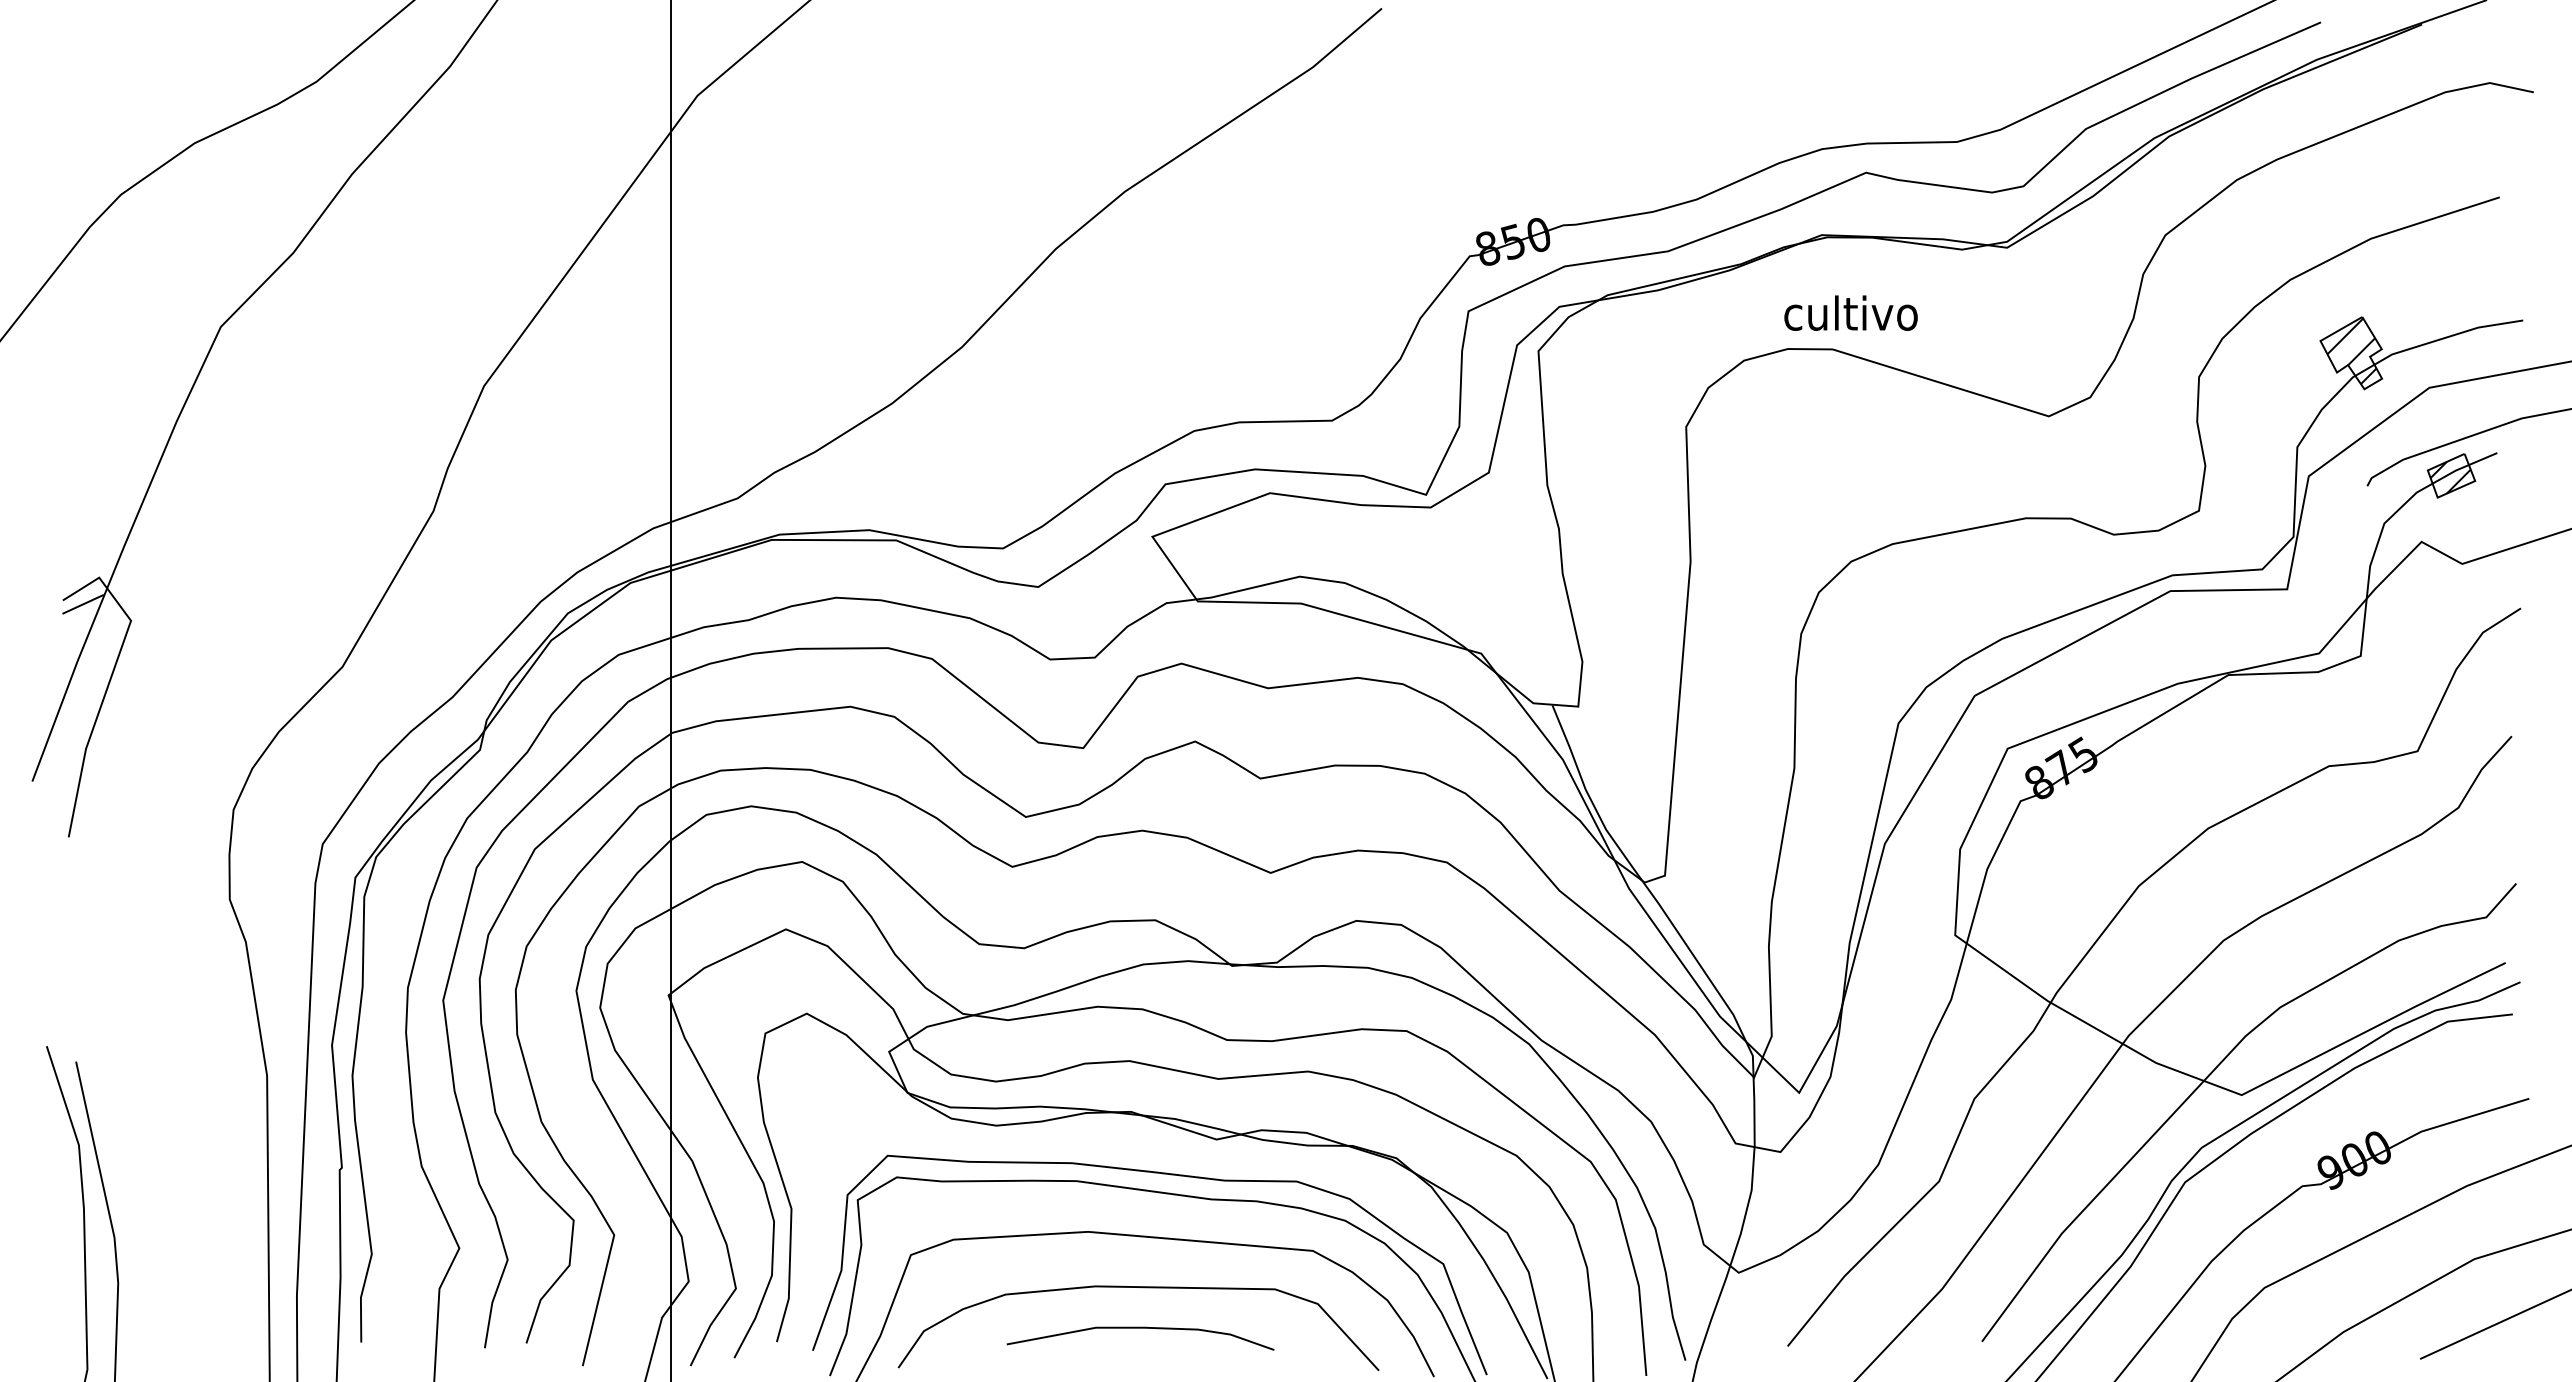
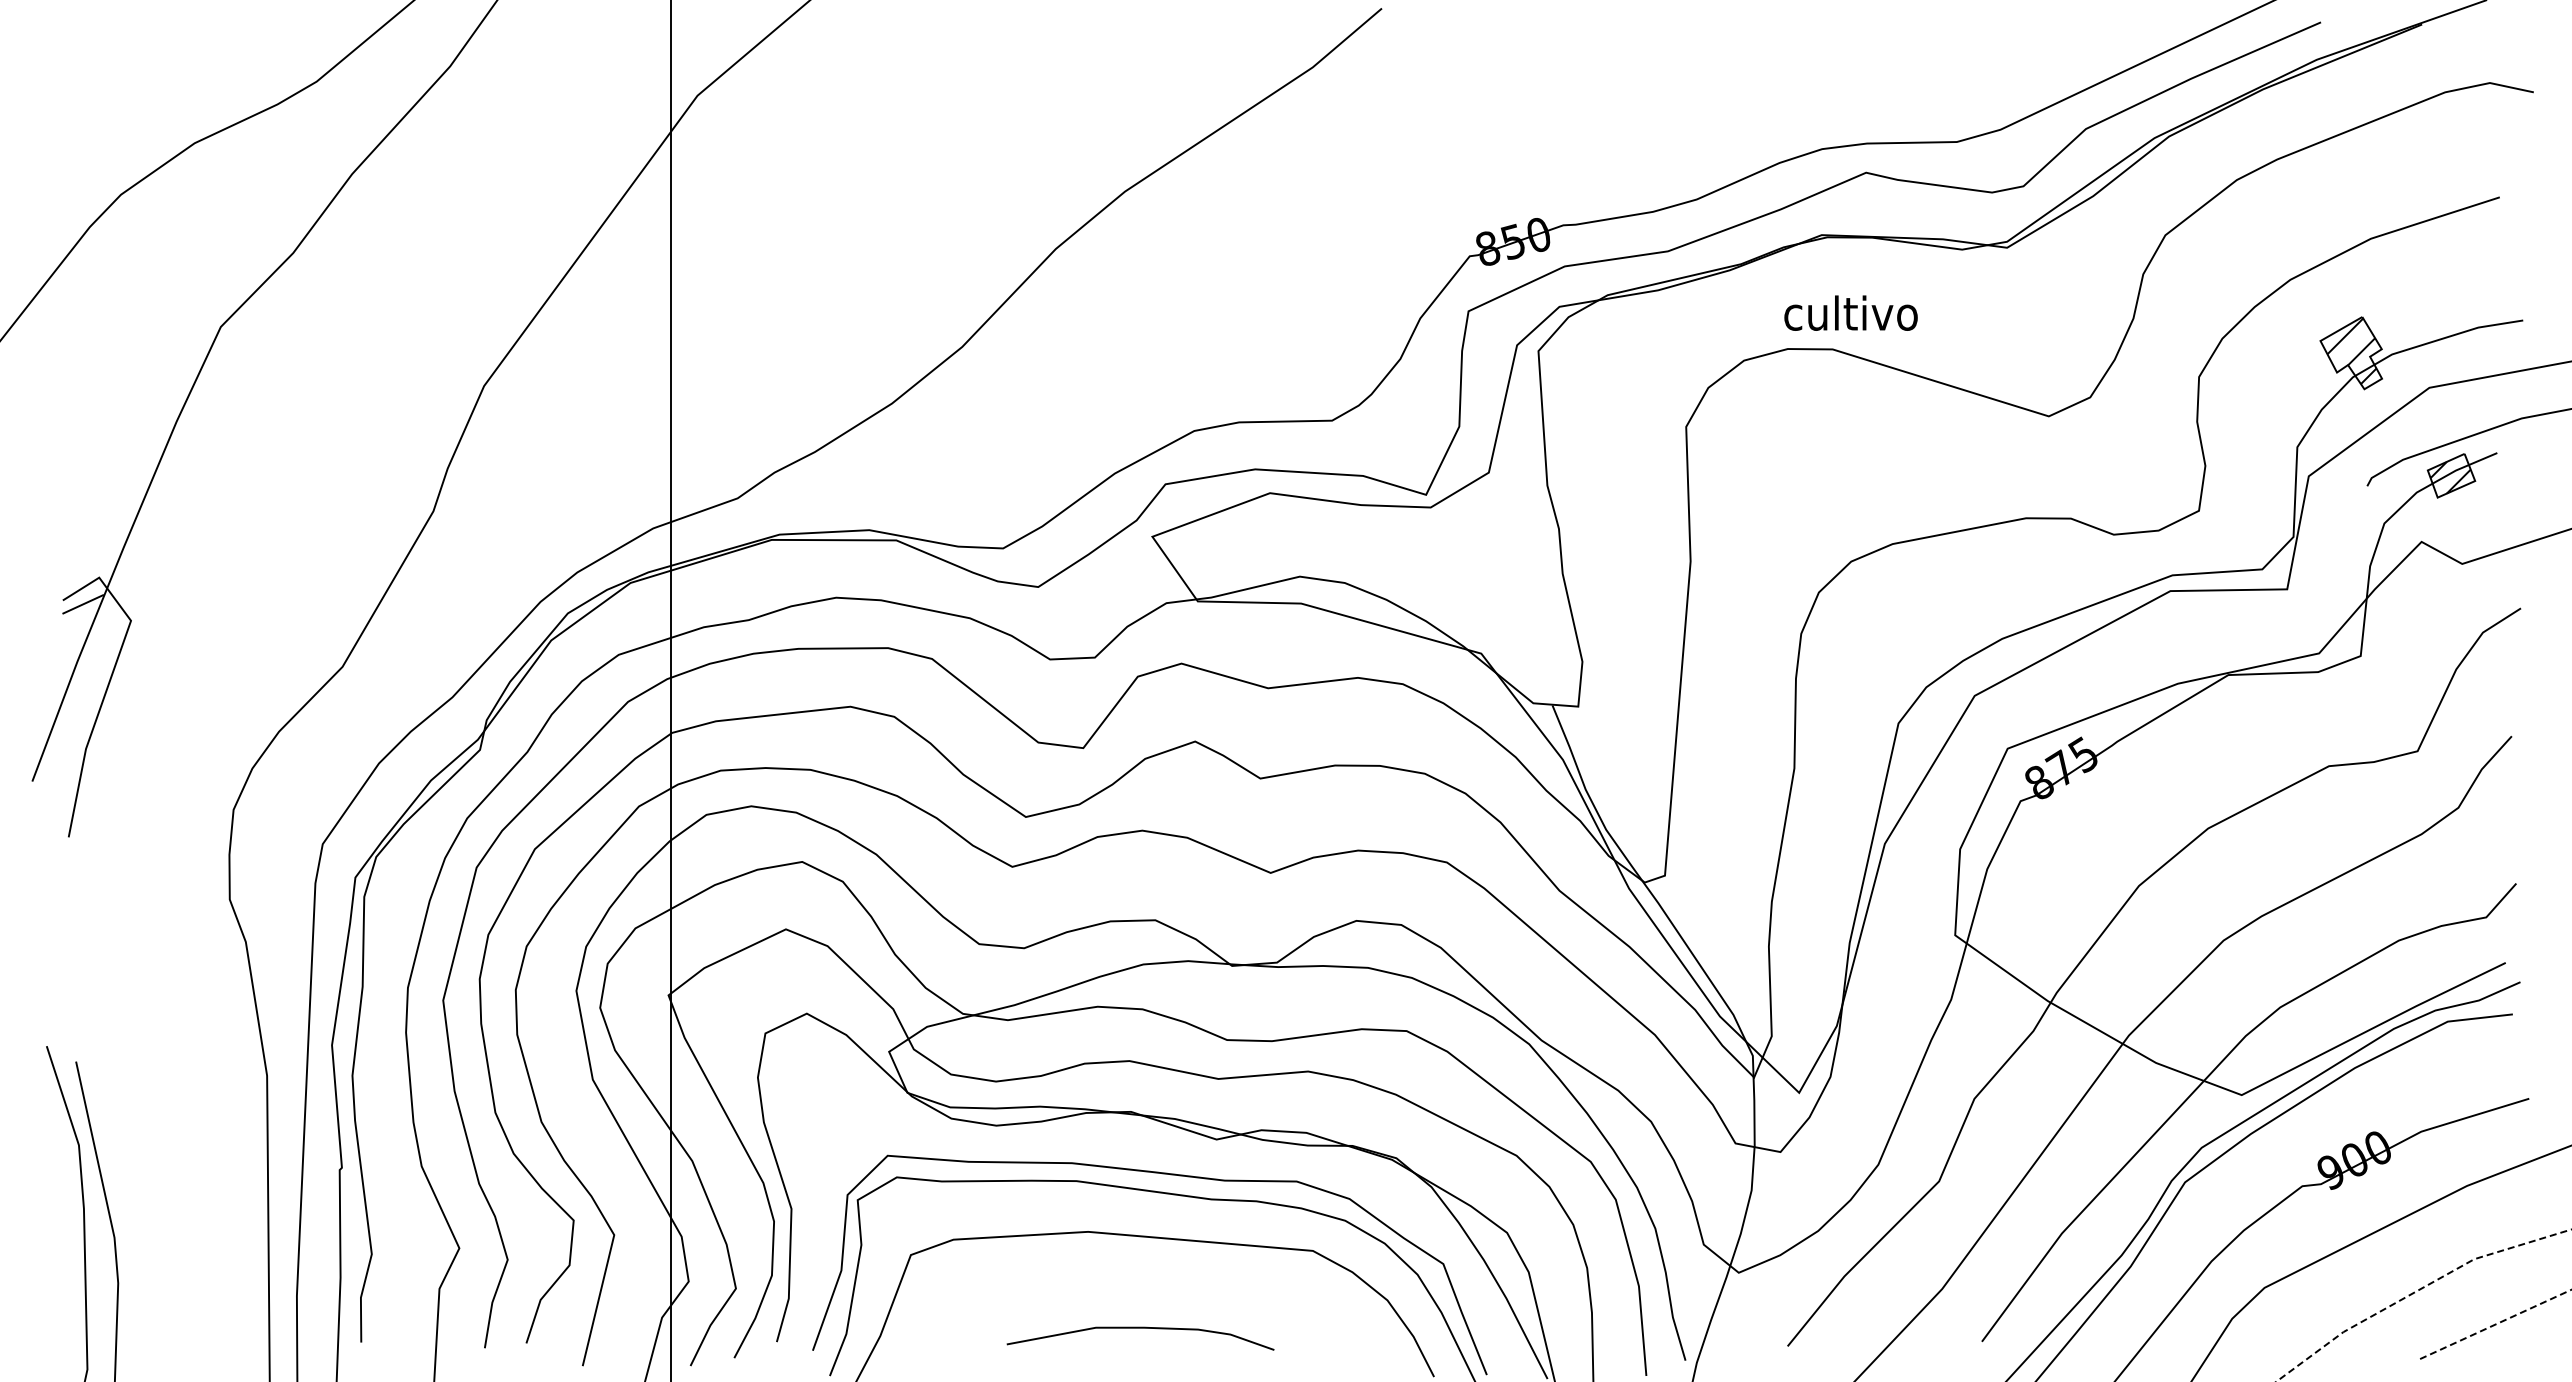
curve at (1142, 1288): present -> none
line at (2416, 1291): solid -> dashed
line at (2496, 1324): solid -> dashed
